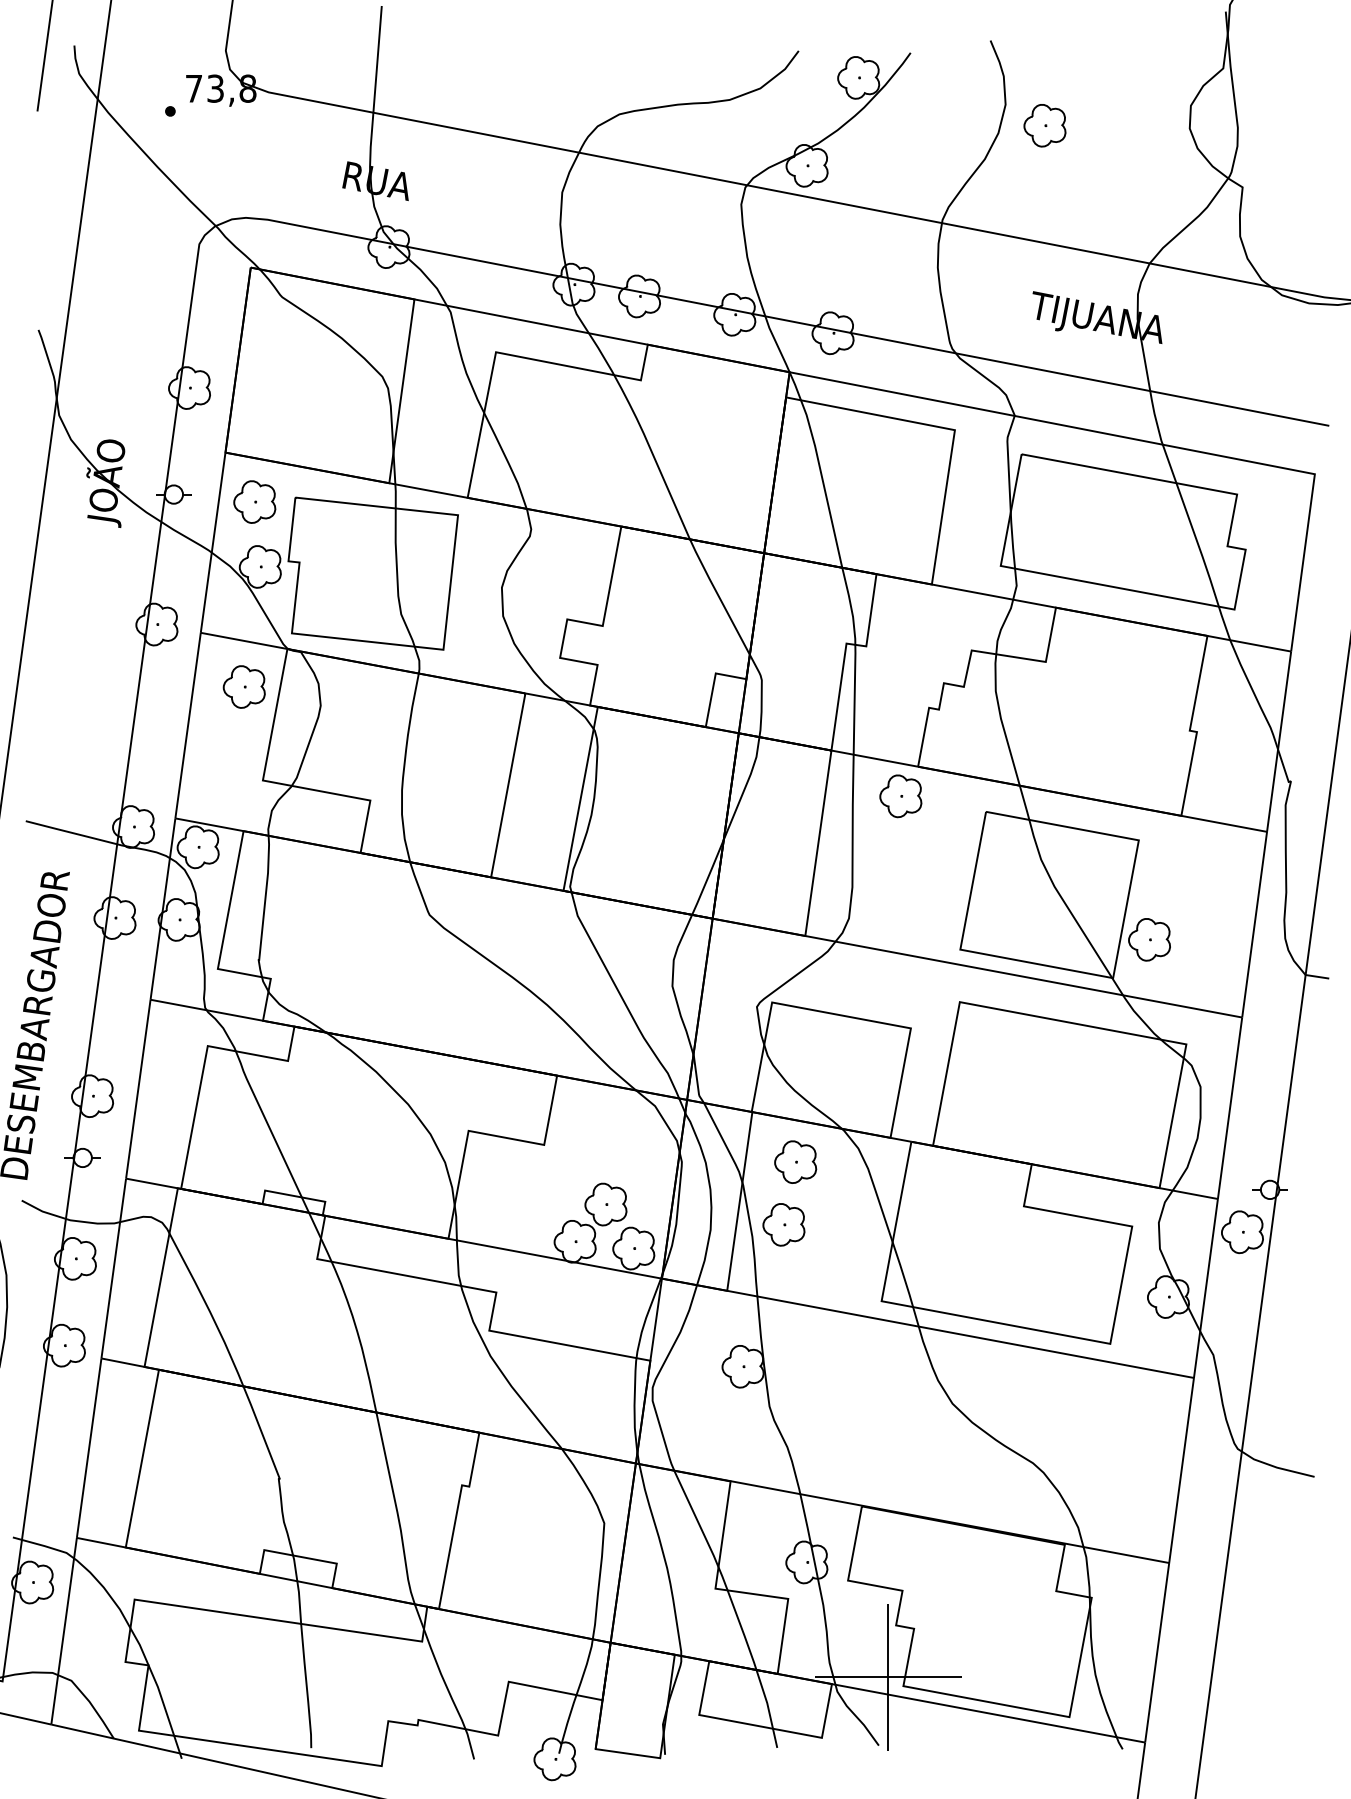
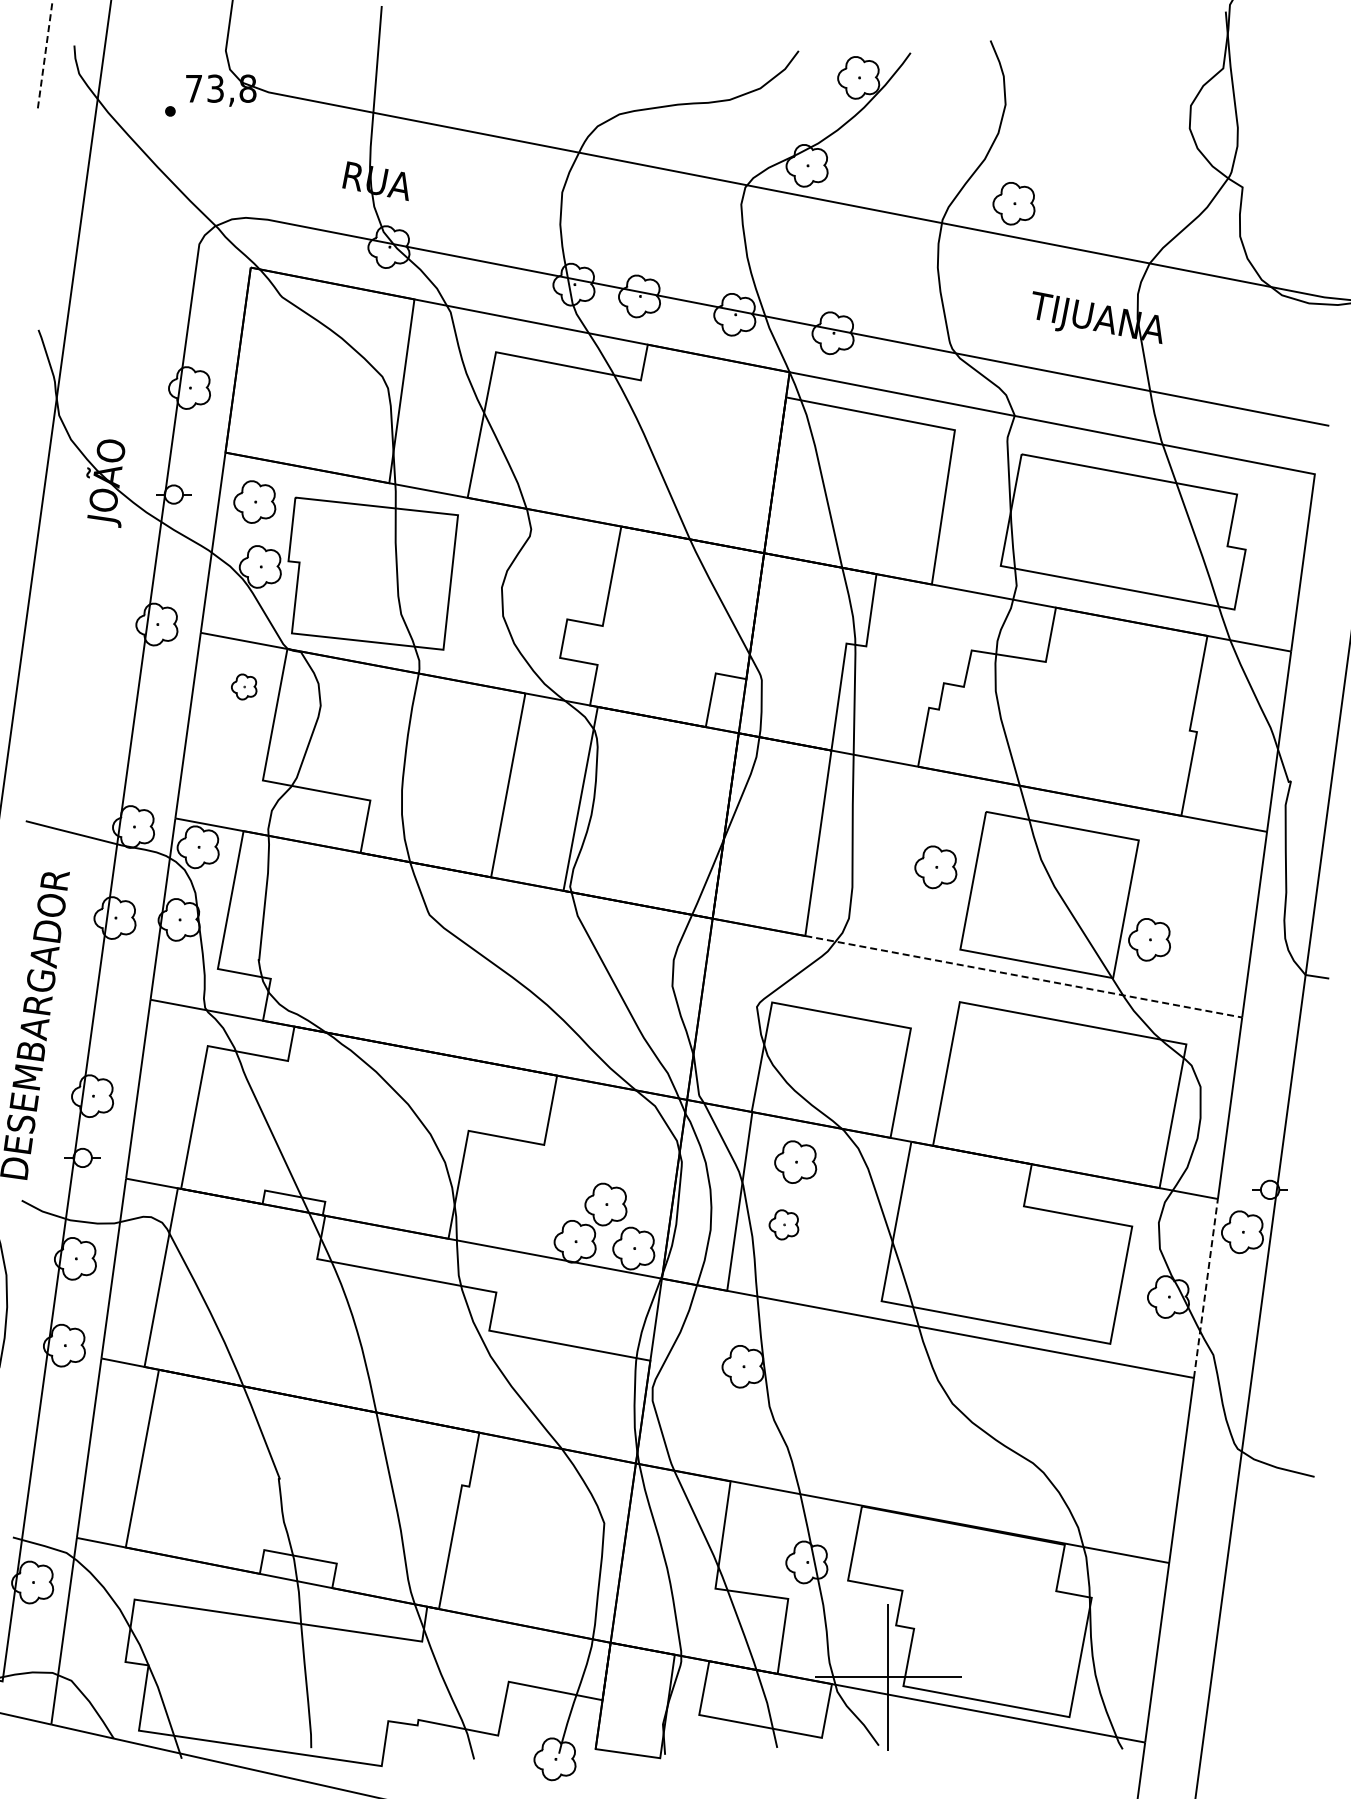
line at (45, 56): solid -> dashed
part at (1044, 125) position: (1044, 125) -> (1013, 203)
part at (243, 686) size: 44x44 px -> 27x28 px
part at (900, 796) position: (900, 796) -> (935, 867)
line at (1024, 976): solid -> dashed
part at (783, 1224) size: 44x44 px -> 32x32 px
line at (1206, 1287): solid -> dashed
